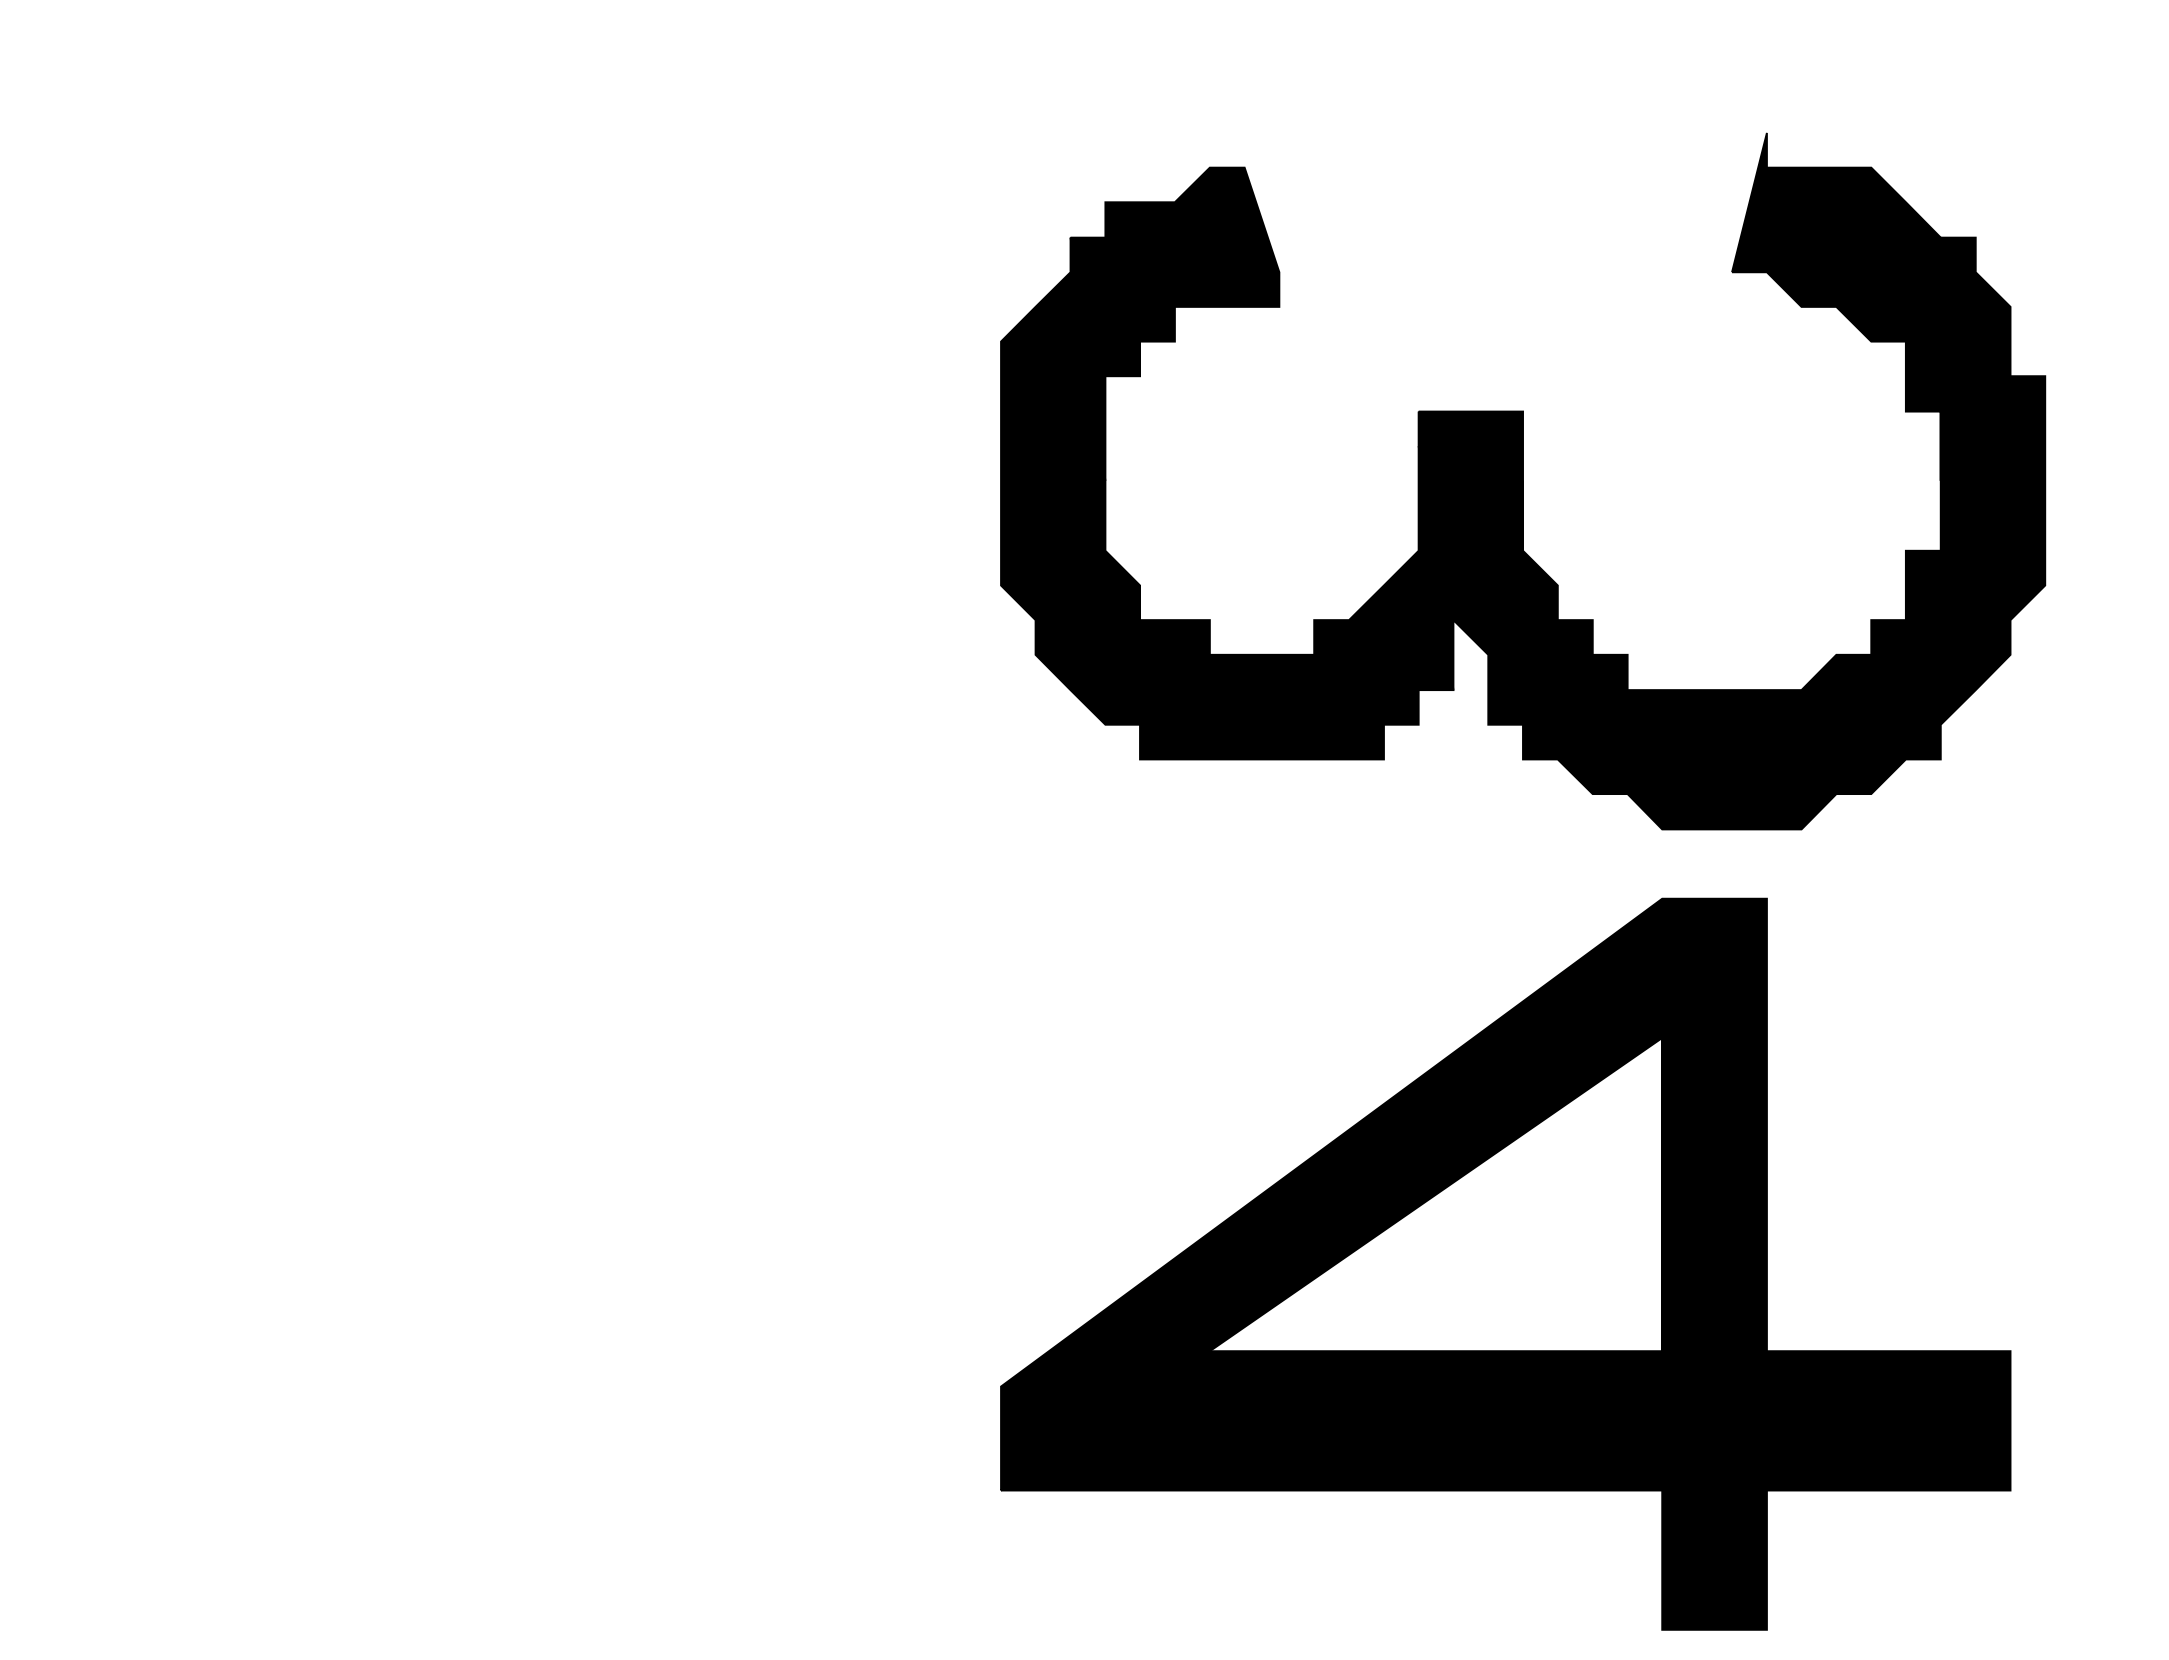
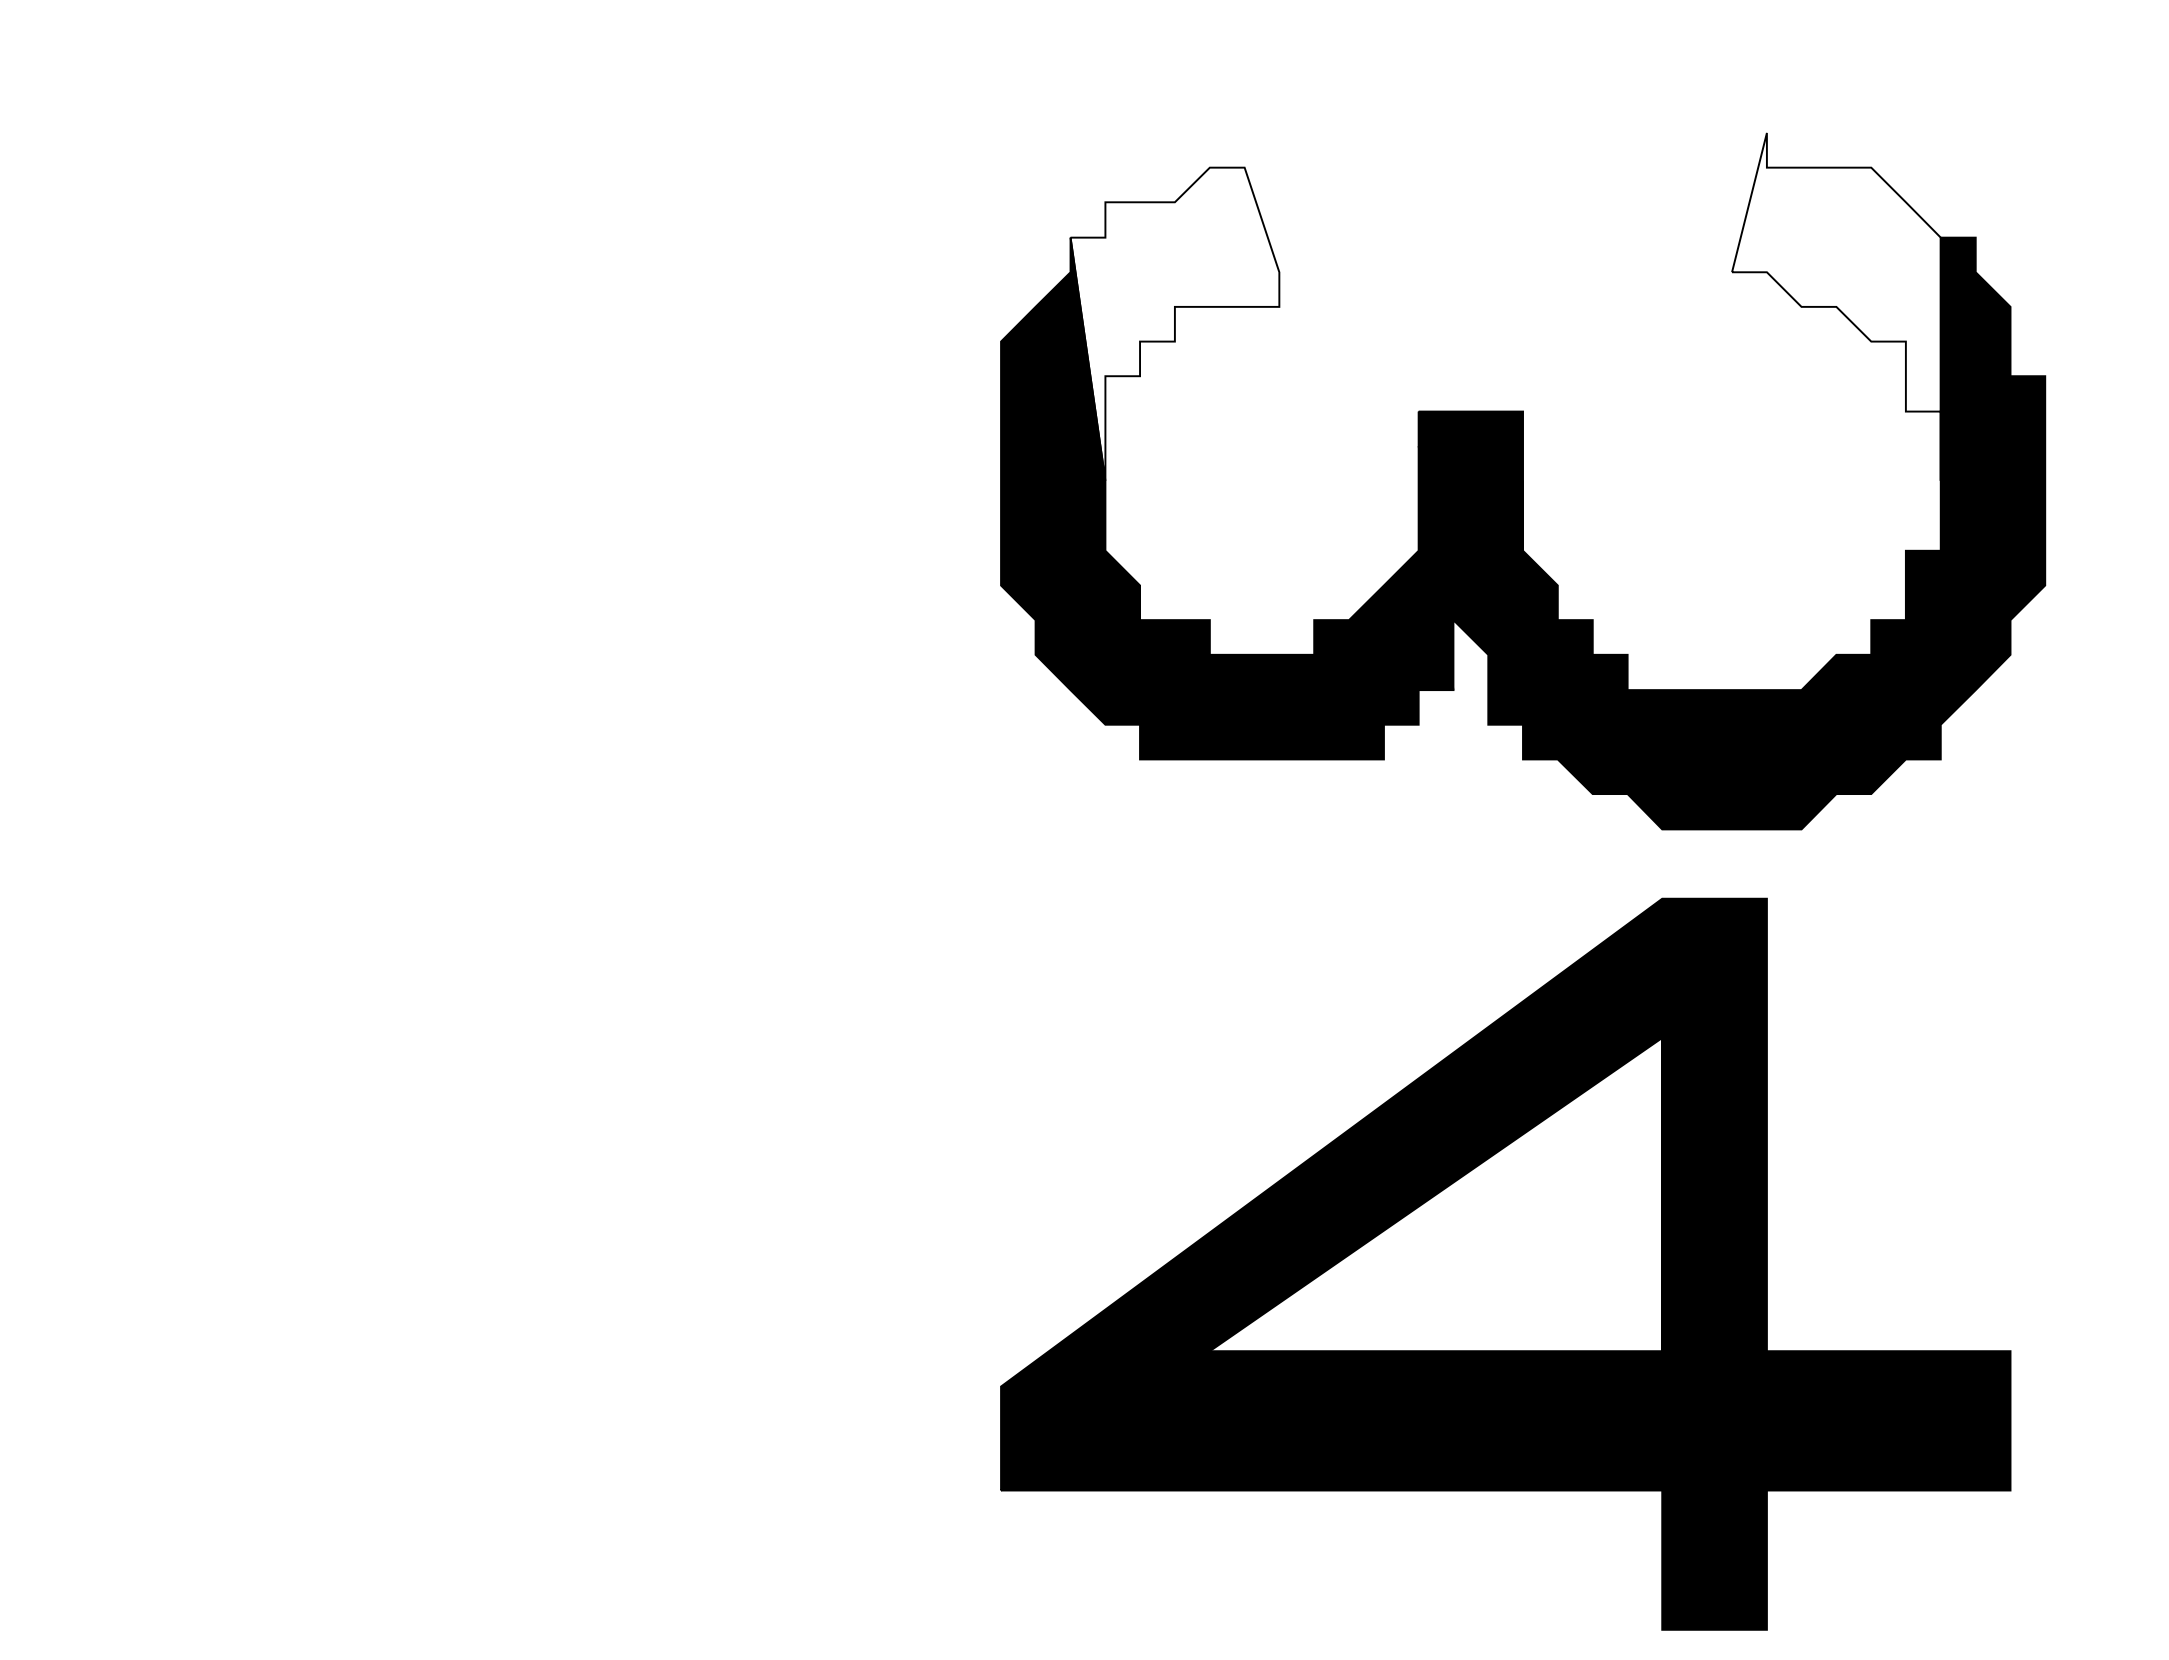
fill at (1836, 306): present -> none
fill at (1174, 323): present -> none
